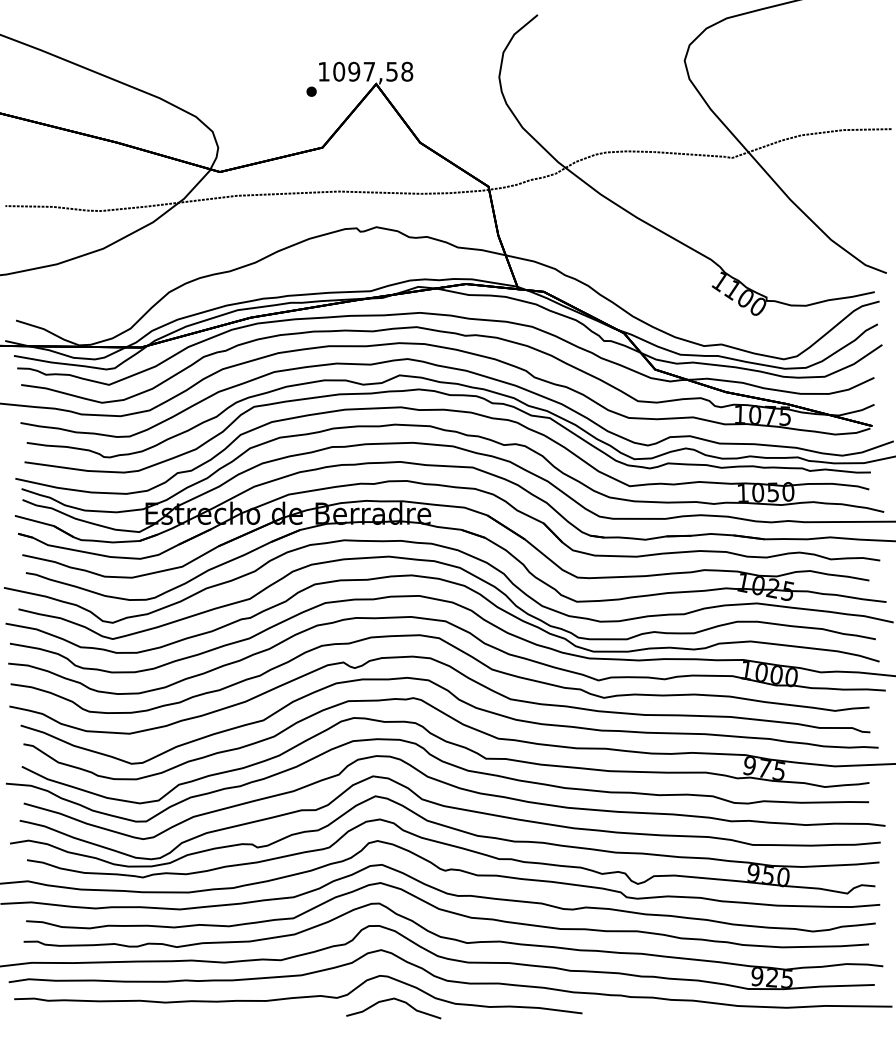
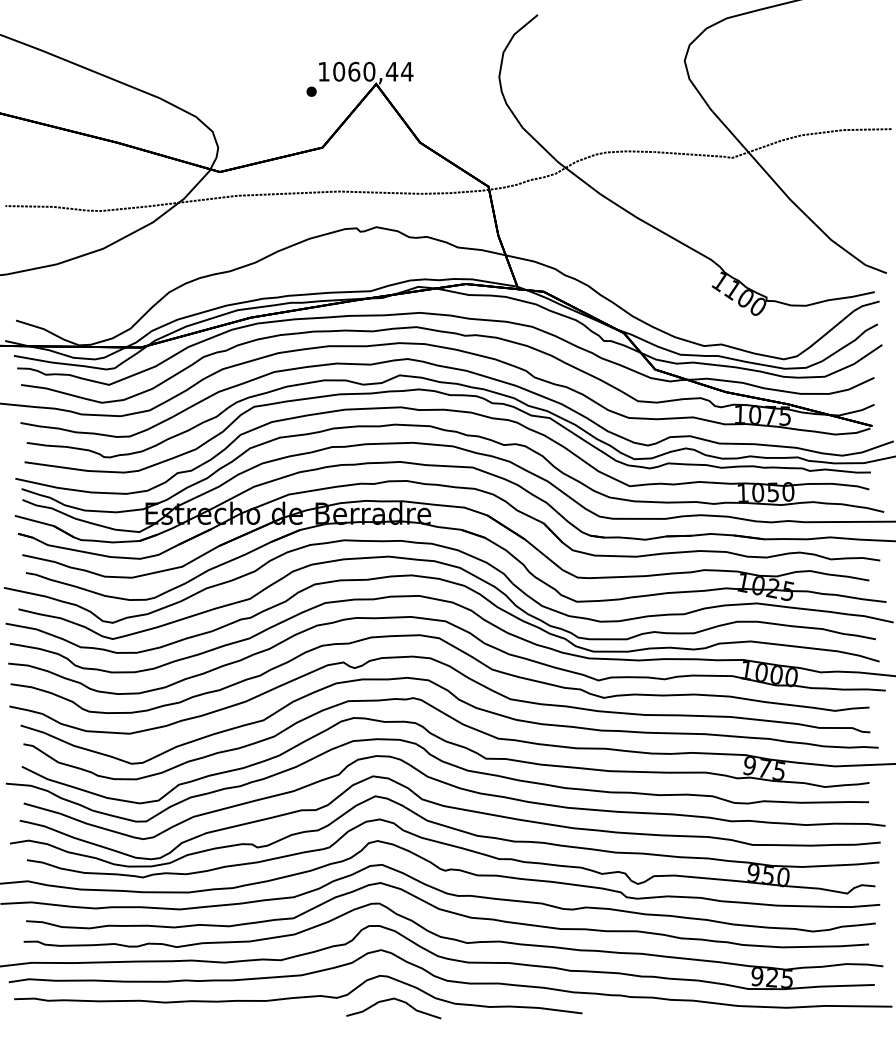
text at (380, 71): 1097,58 -> 1060,44
